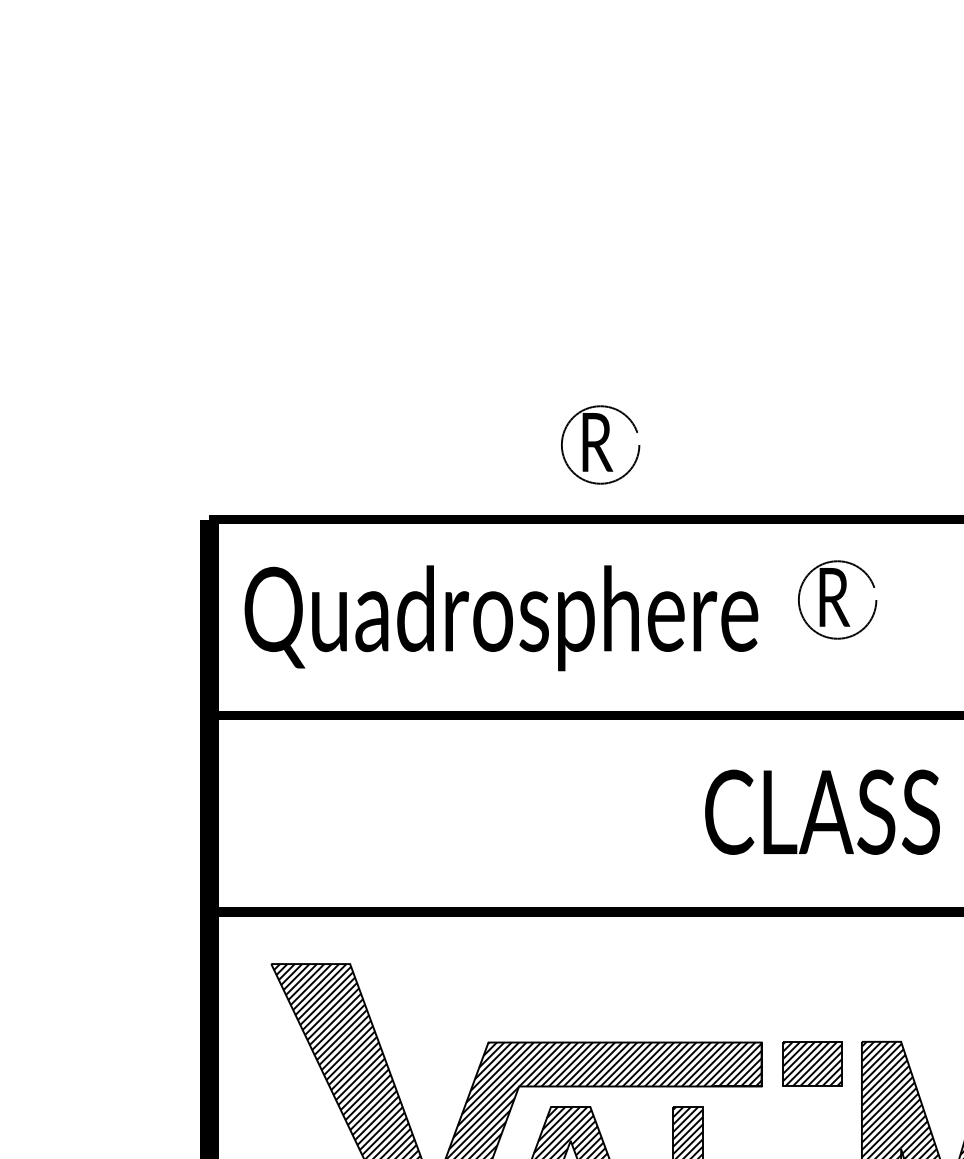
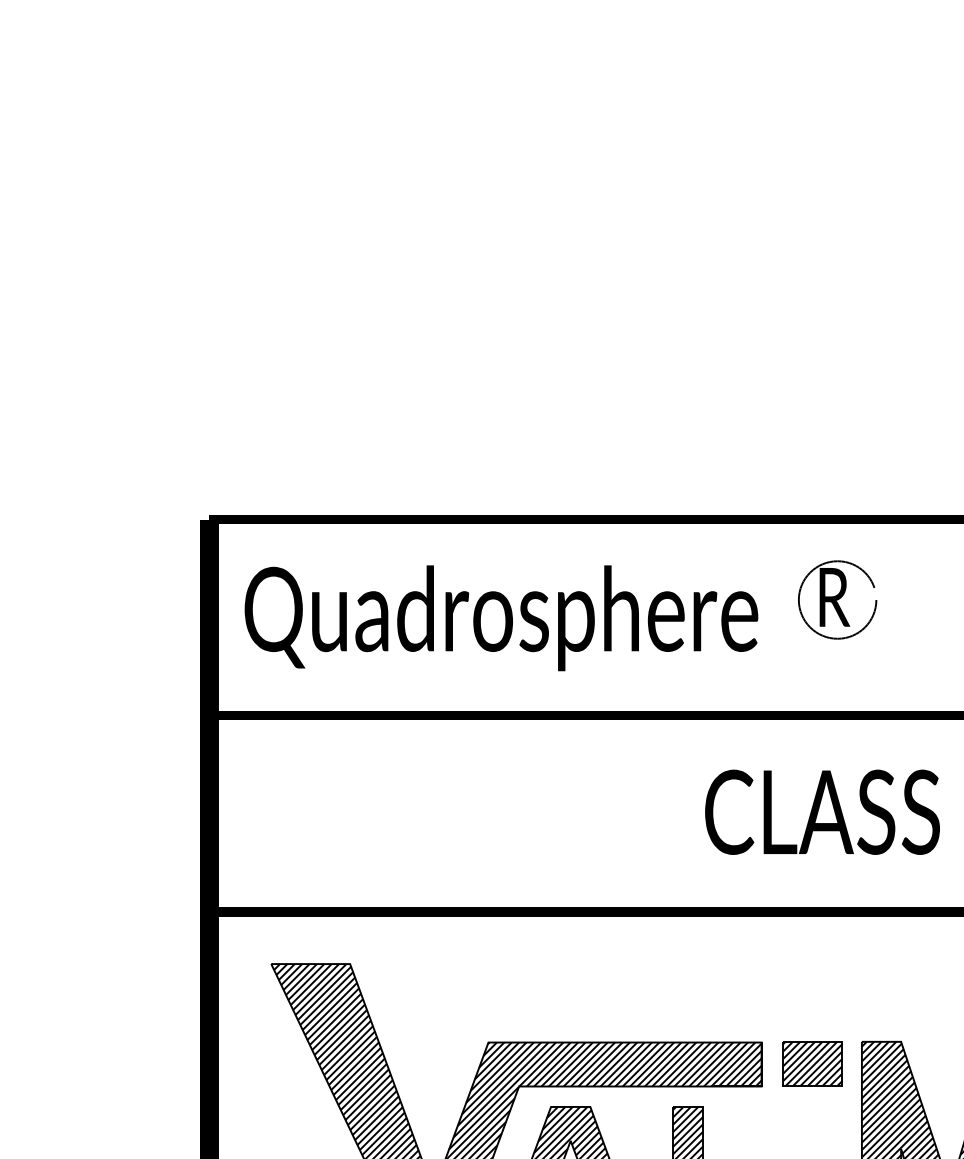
part at (600, 444): present -> none
